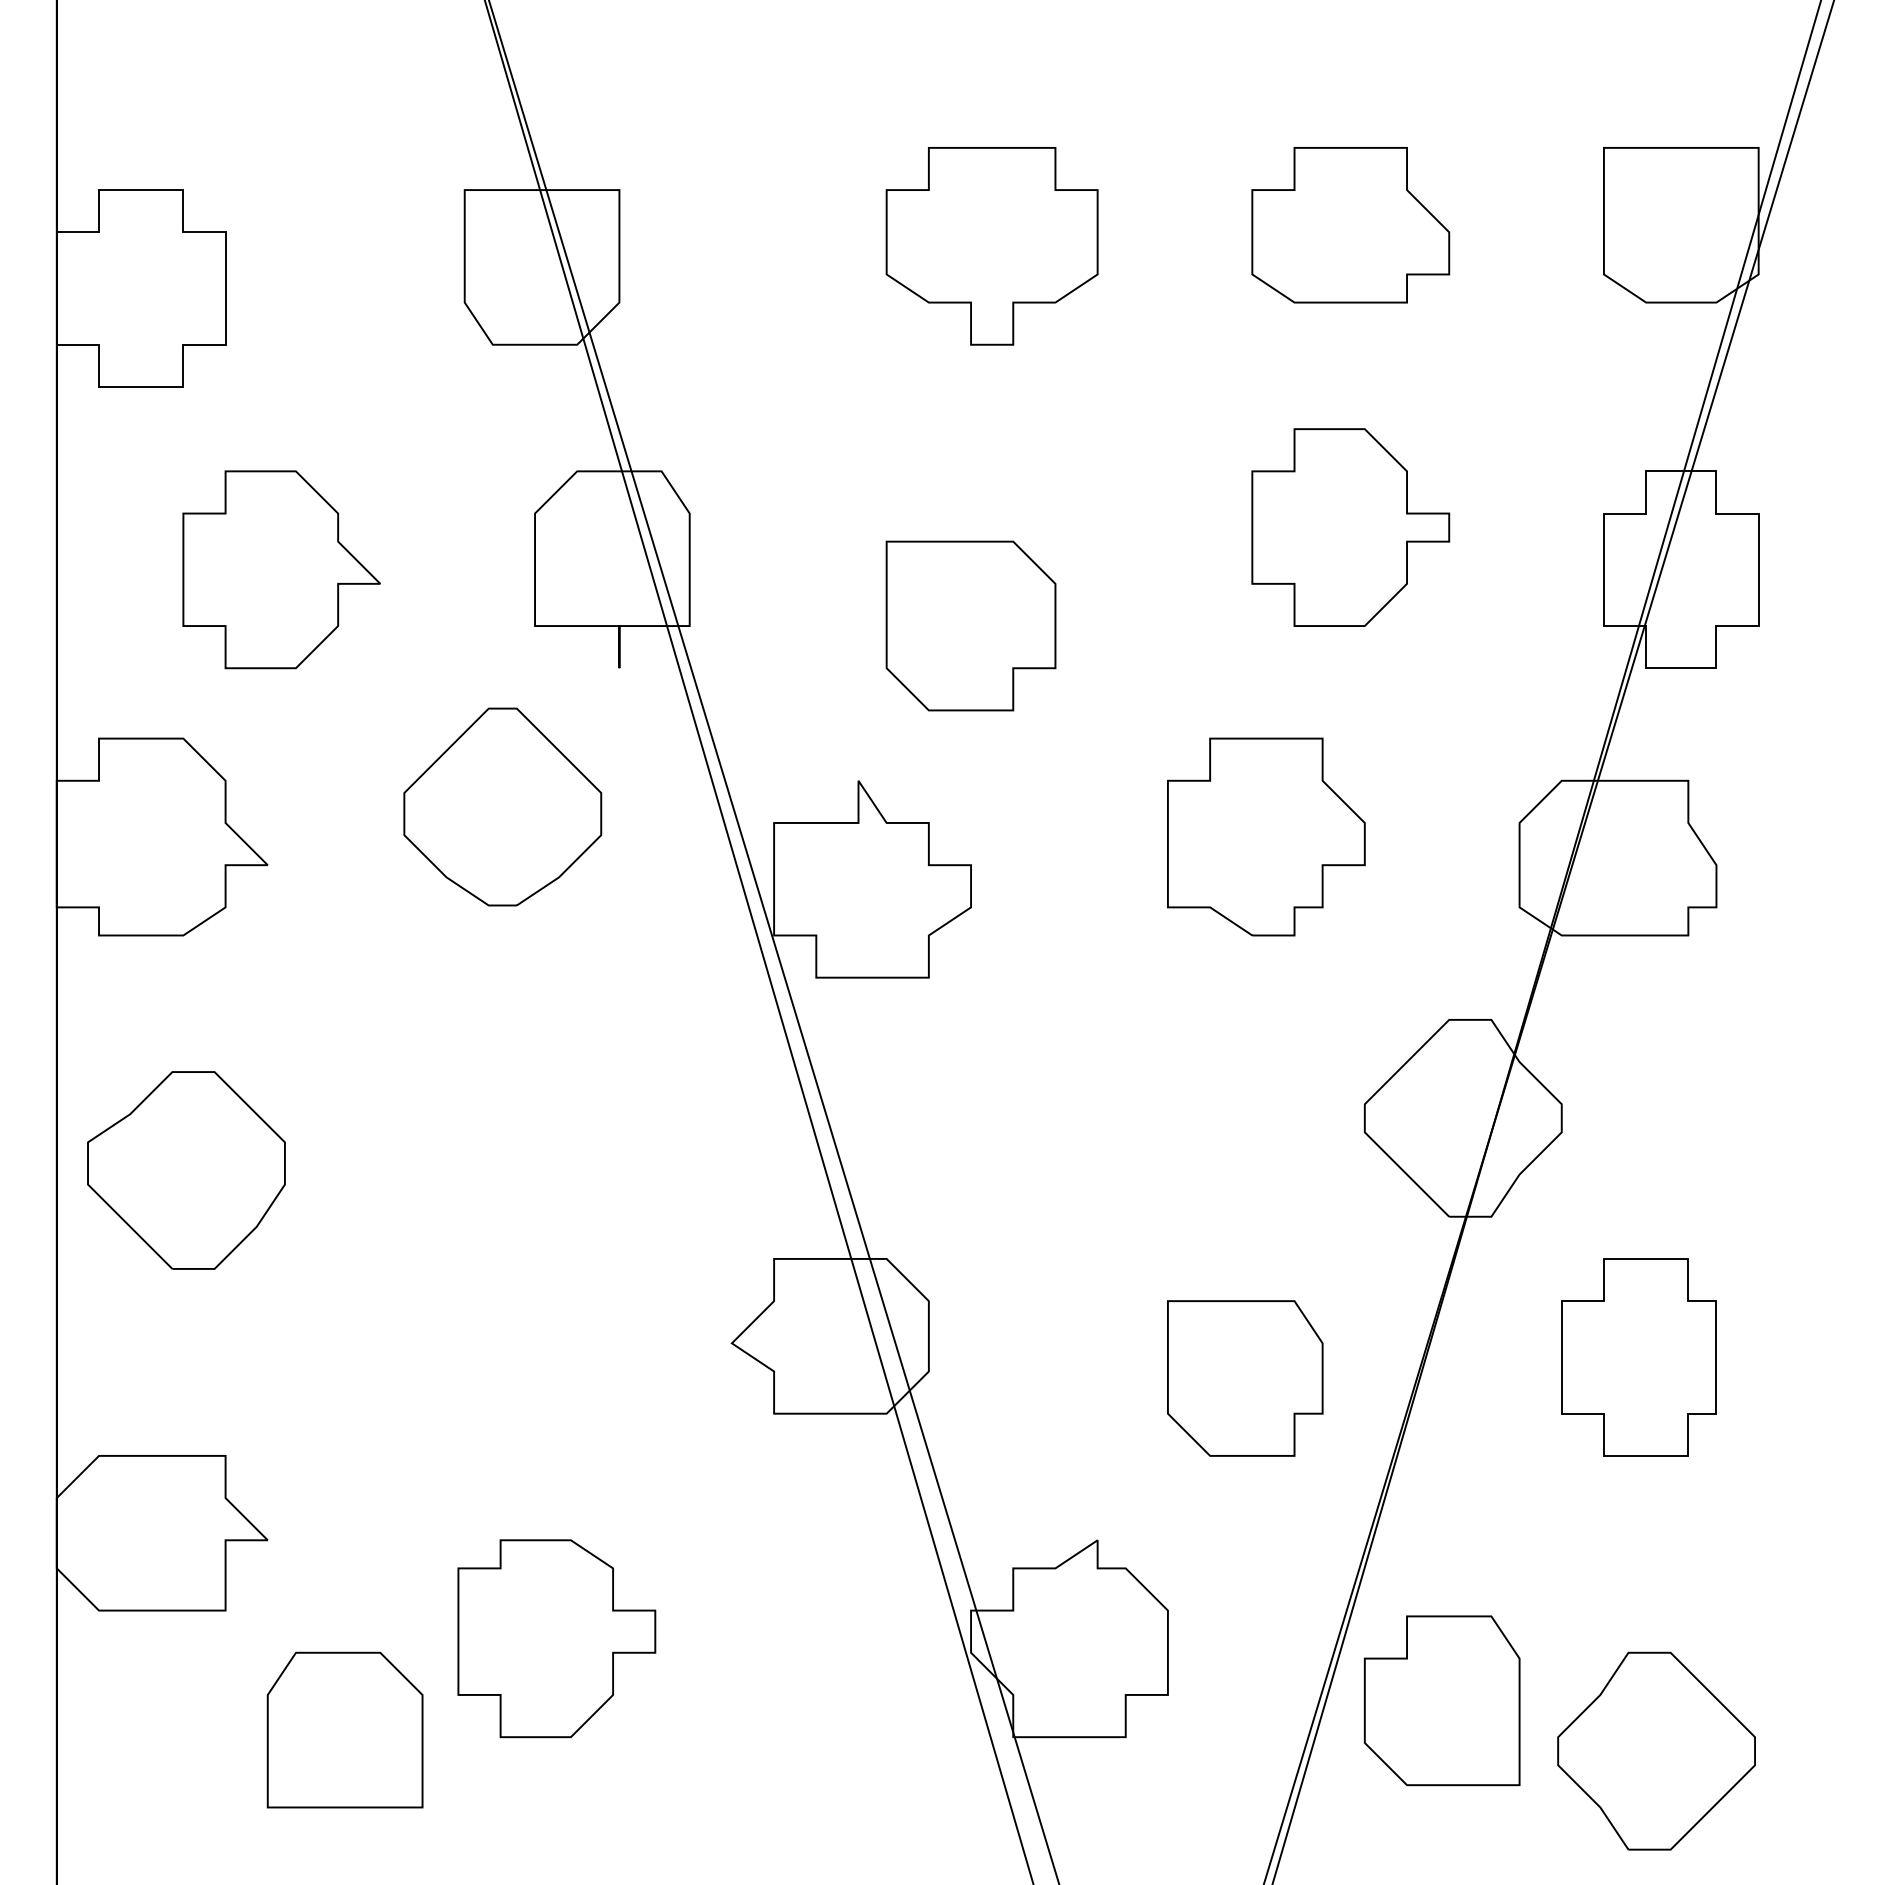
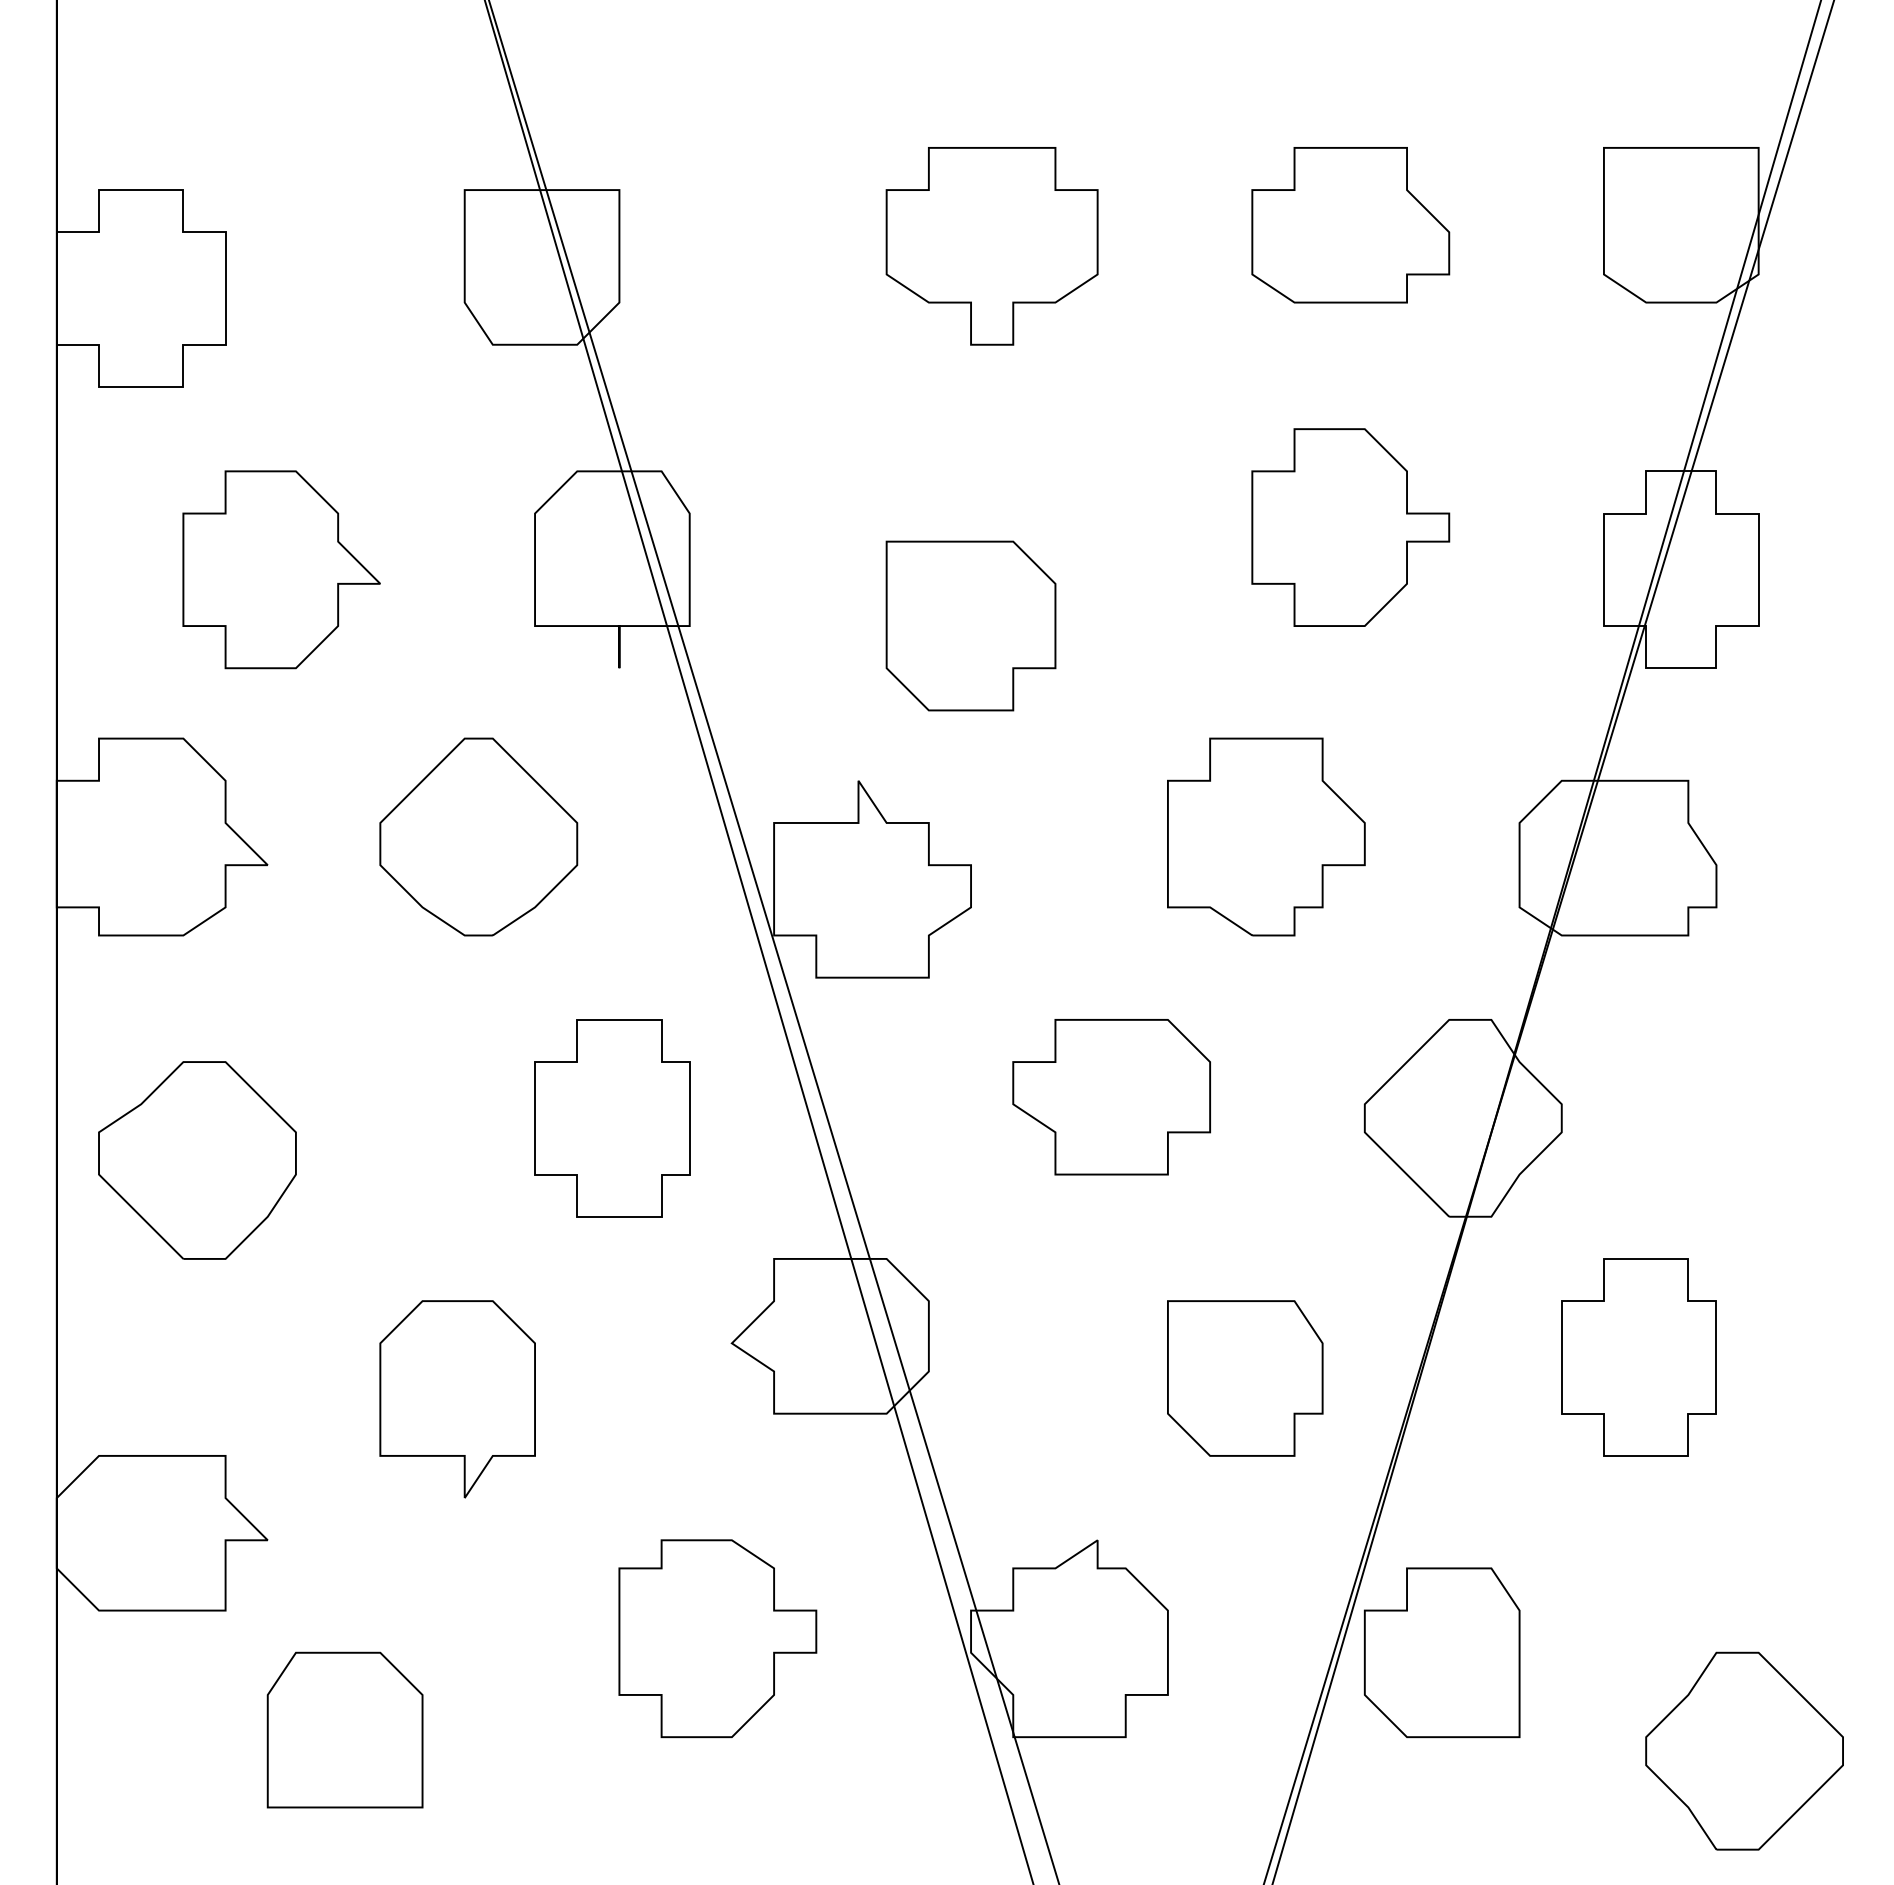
part at (502, 806) position: (502, 806) -> (478, 836)
part at (1111, 1097): none -> present
part at (612, 1118): none -> present
part at (186, 1170) position: (186, 1170) -> (197, 1160)
part at (457, 1399): none -> present
part at (556, 1638) position: (556, 1638) -> (717, 1638)
part at (1441, 1700) position: (1441, 1700) -> (1441, 1652)
part at (1656, 1750) position: (1656, 1750) -> (1744, 1750)
